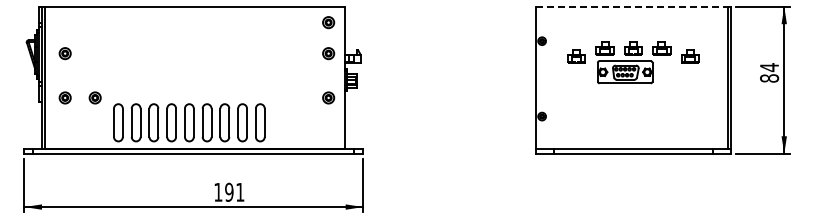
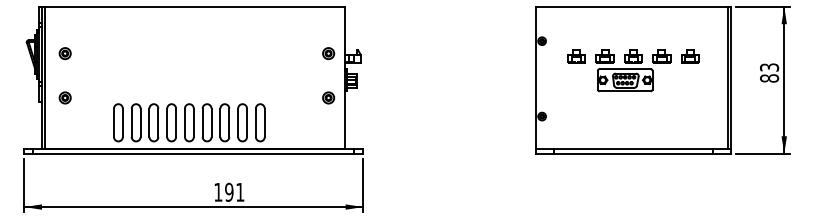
line at (632, 6): dashed -> solid
part at (328, 22): present -> none
part at (633, 62) position: (633, 62) -> (633, 70)
text at (769, 67): 84 -> 83
part at (94, 97): present -> none
